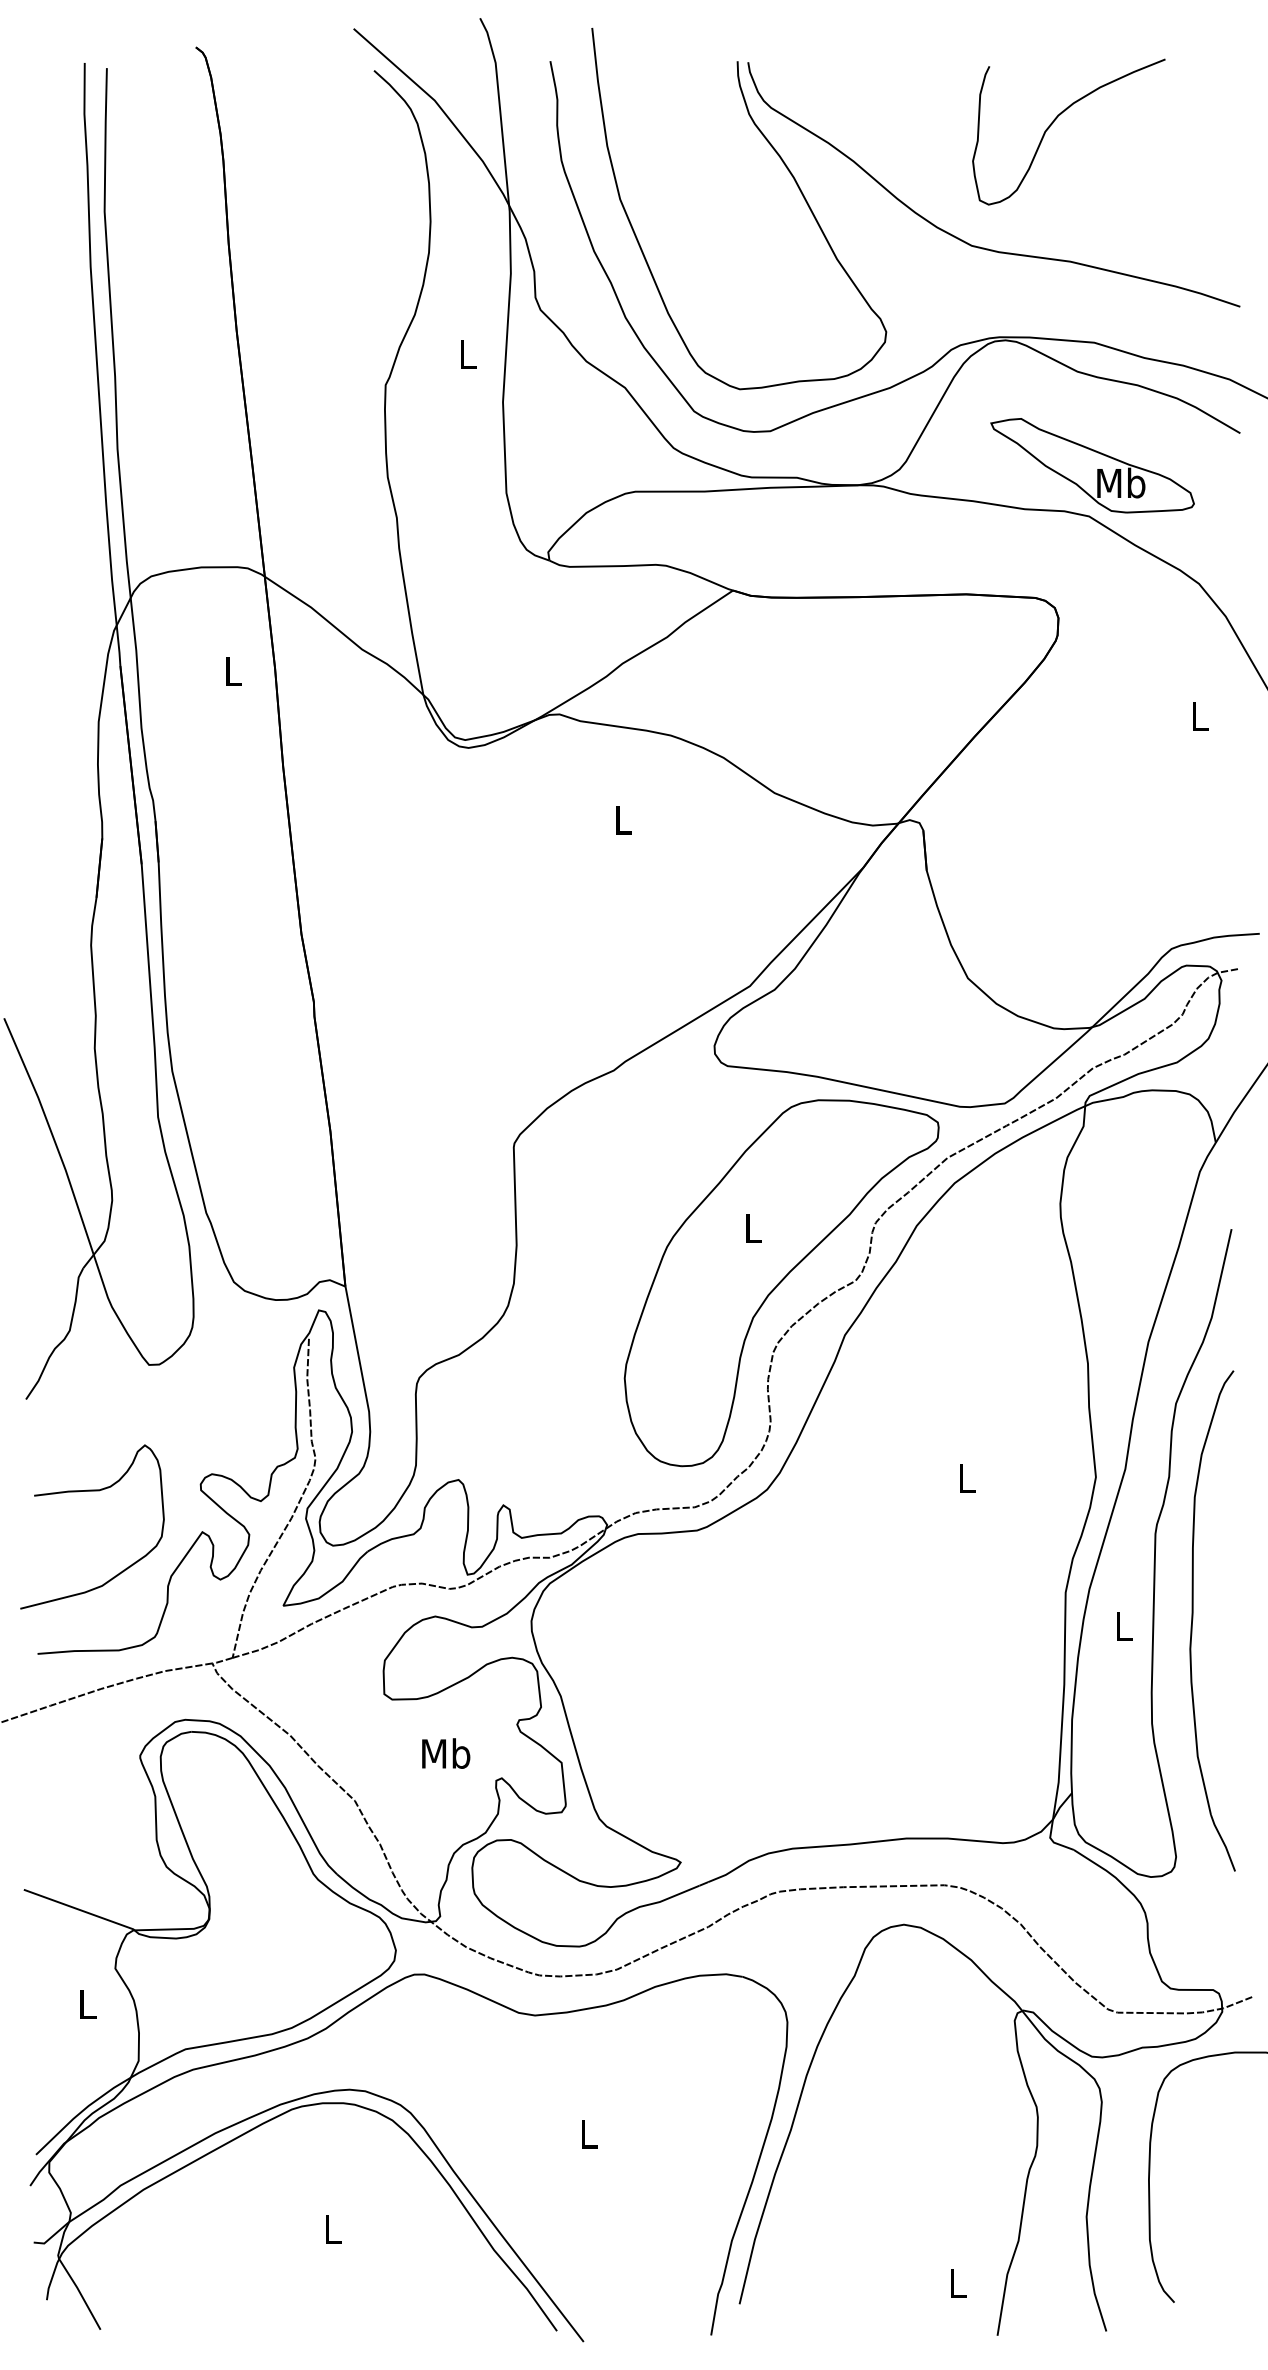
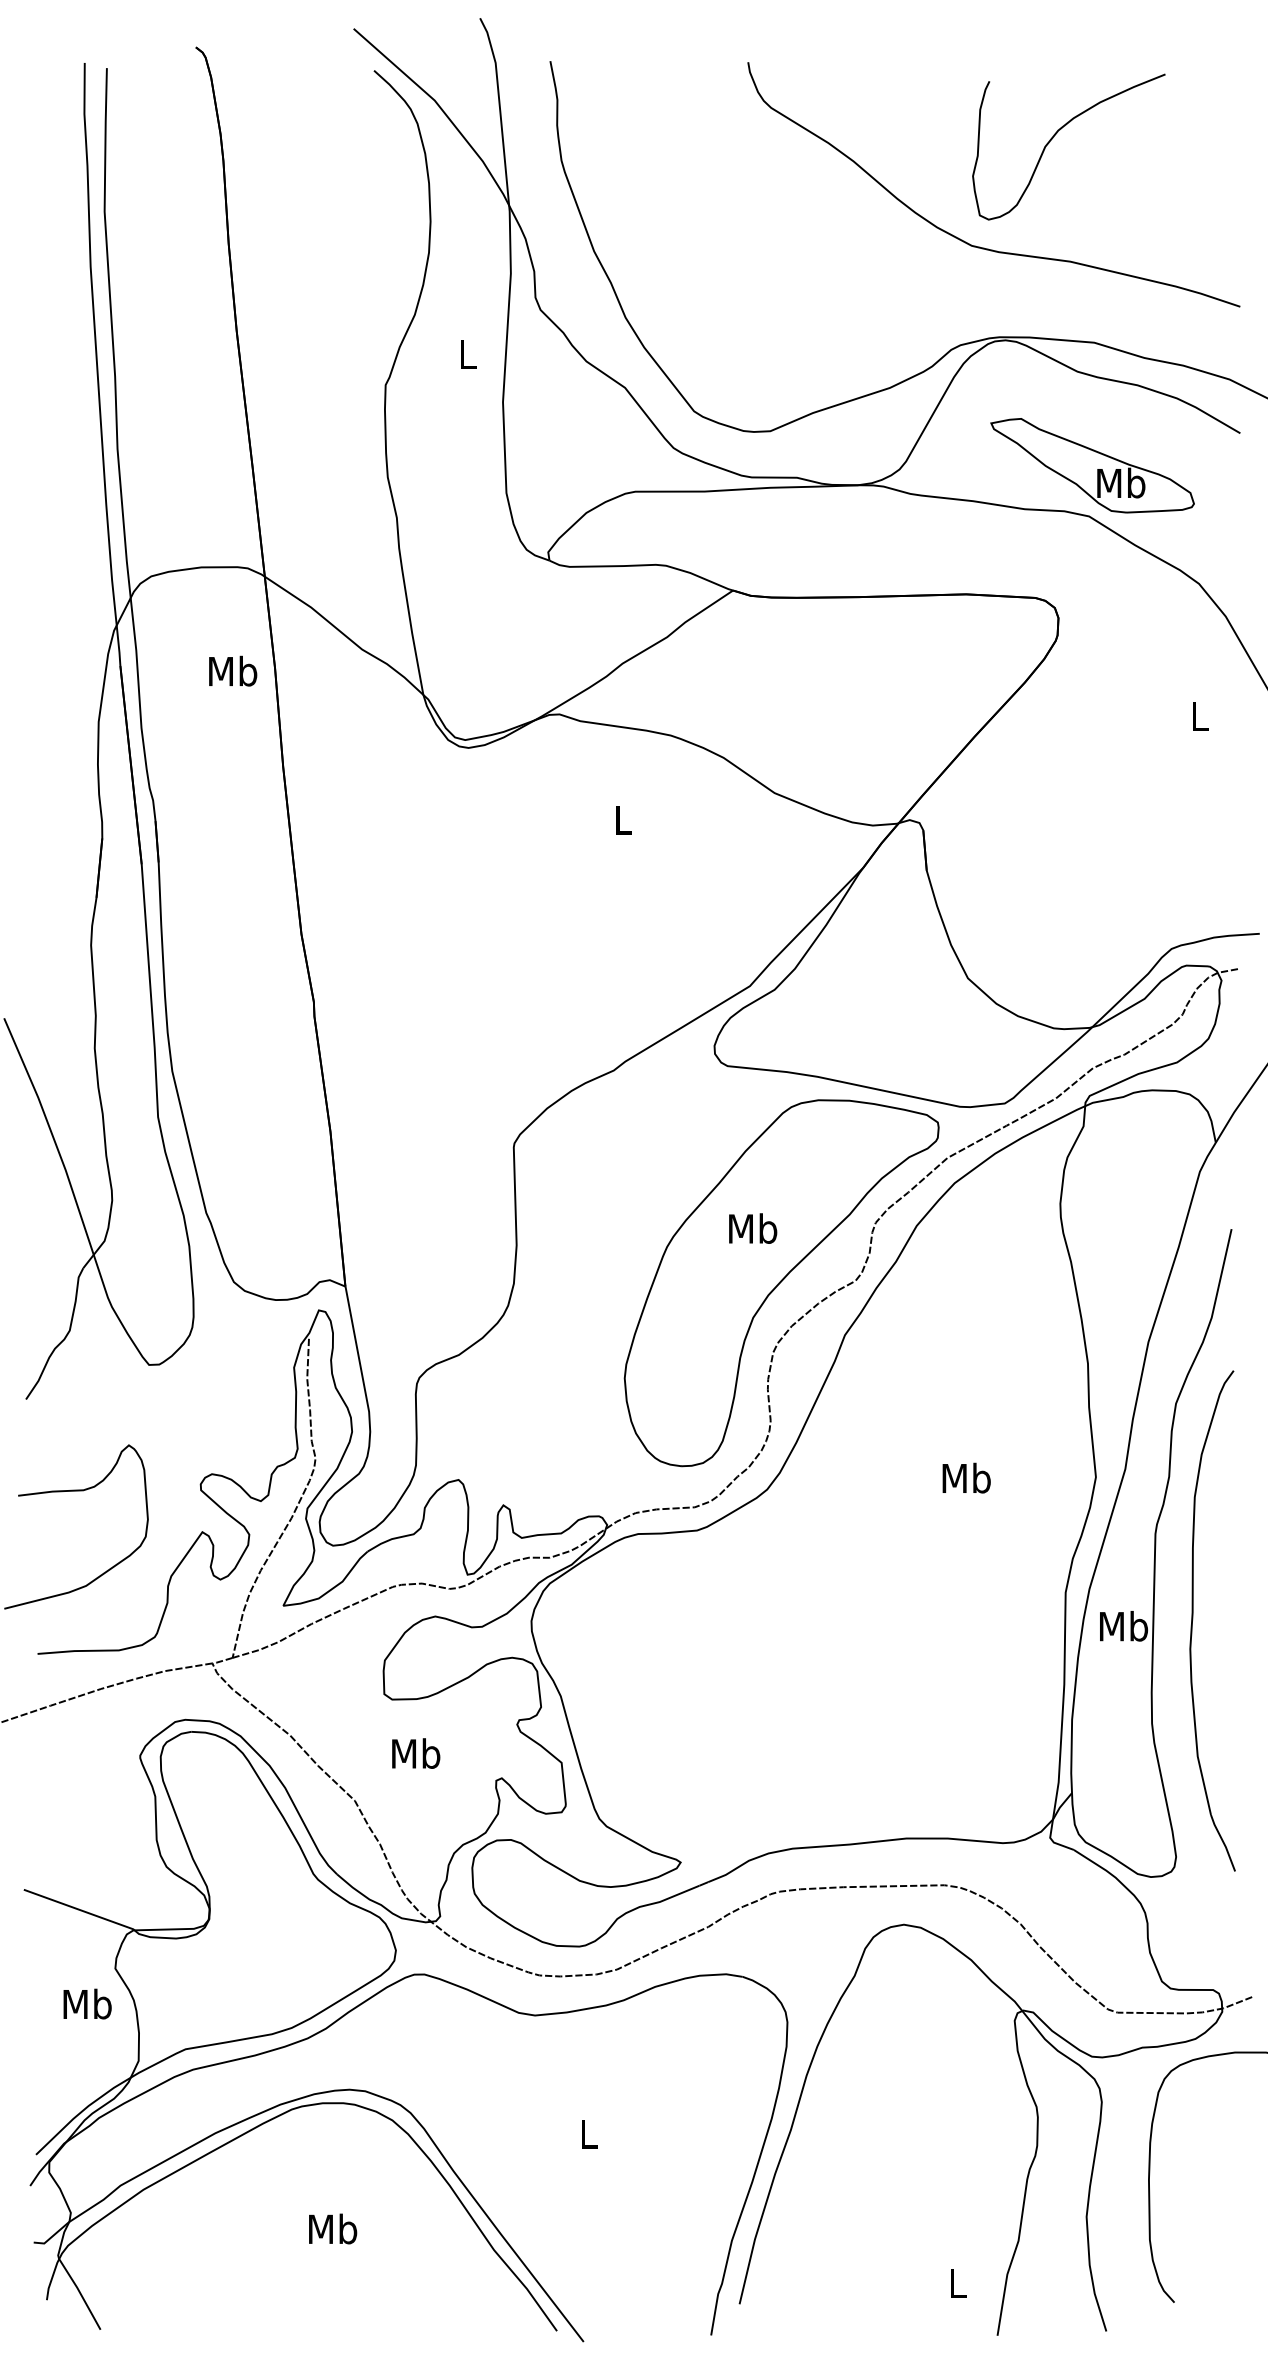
curve at (1056, 119) position: (1056, 119) -> (1056, 134)
curve at (791, 176): present -> none
text at (233, 670): L -> Mb
text at (753, 1228): L -> Mb
text at (966, 1477): L -> Mb
curve at (92, 1491) position: (92, 1491) -> (76, 1491)
text at (1124, 1626): L -> Mb
text at (446, 1753) position: (446, 1753) -> (416, 1753)
text at (87, 2003): L -> Mb
text at (333, 2228): L -> Mb
